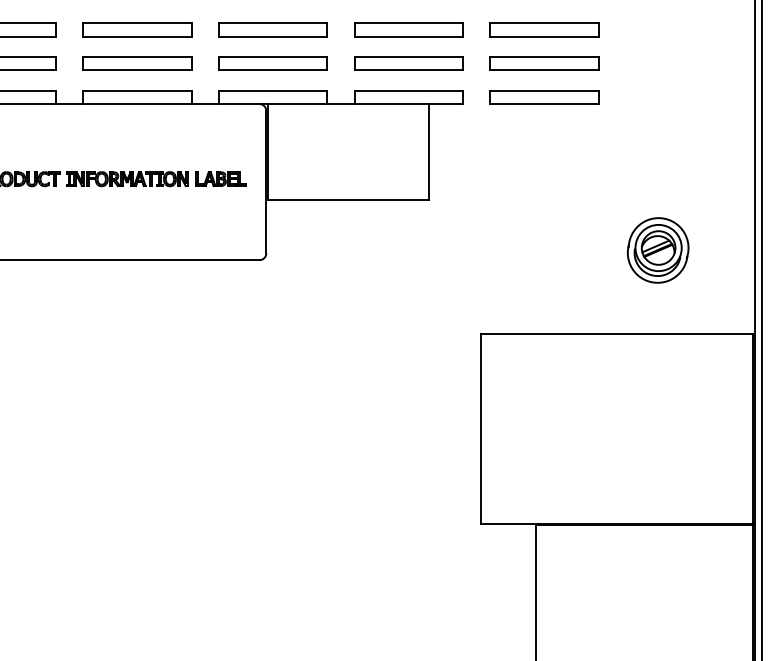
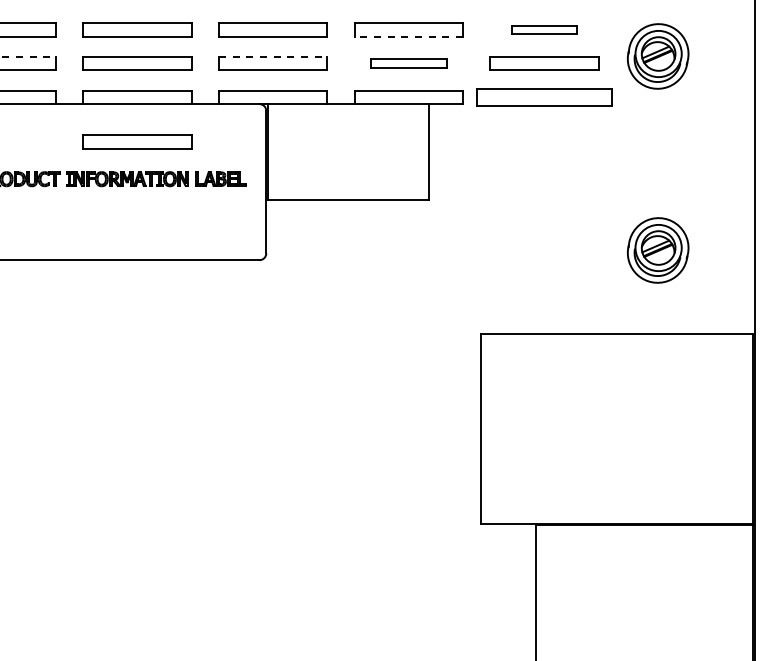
part at (544, 29) size: 111x16 px -> 67x10 px
line at (408, 36): solid -> dashed
line at (28, 56): solid -> dashed
line at (273, 56): solid -> dashed
part at (658, 56): none -> present
part at (408, 63) size: 110x15 px -> 78x11 px
part at (544, 97) size: 111x15 px -> 137x19 px
part at (137, 141): none -> present
line at (762, 329): present -> none
